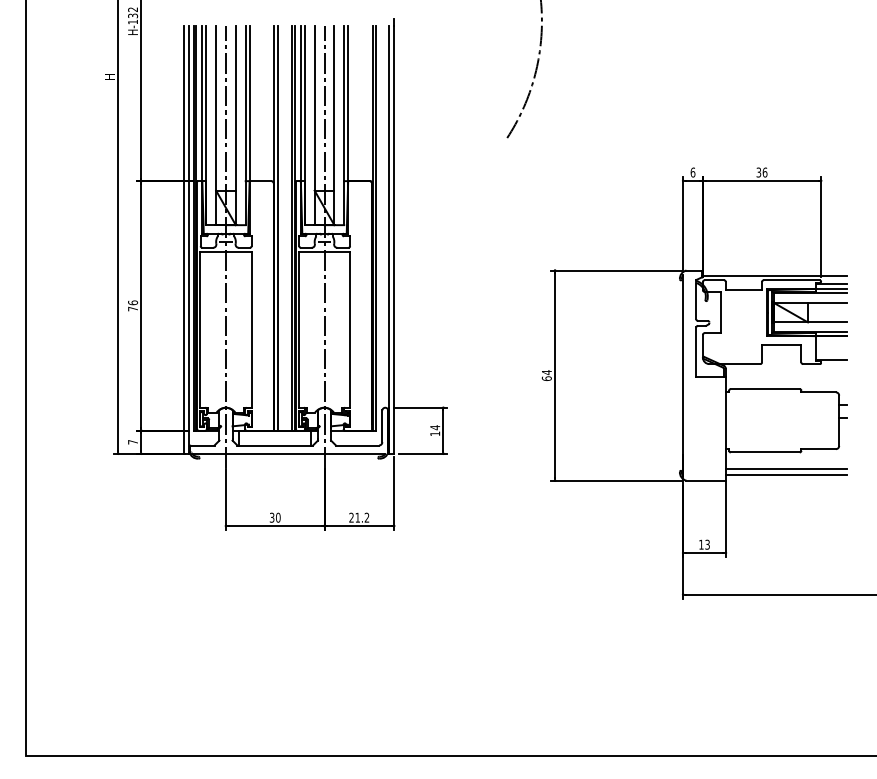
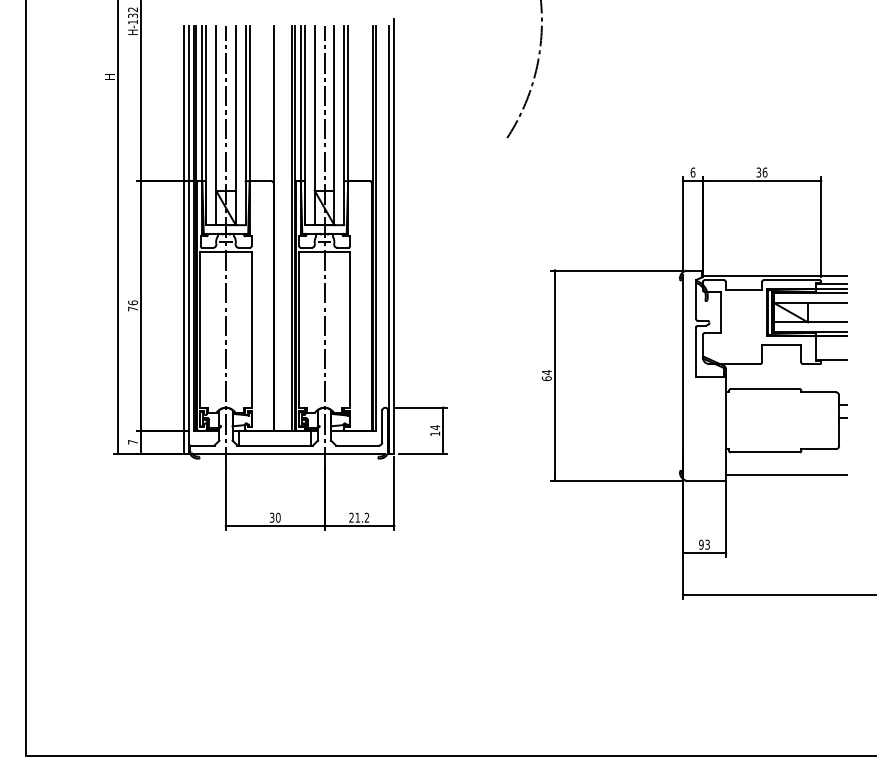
line at (277, 227): present -> none
line at (786, 468): present -> none
text at (701, 544): 13 -> 93
